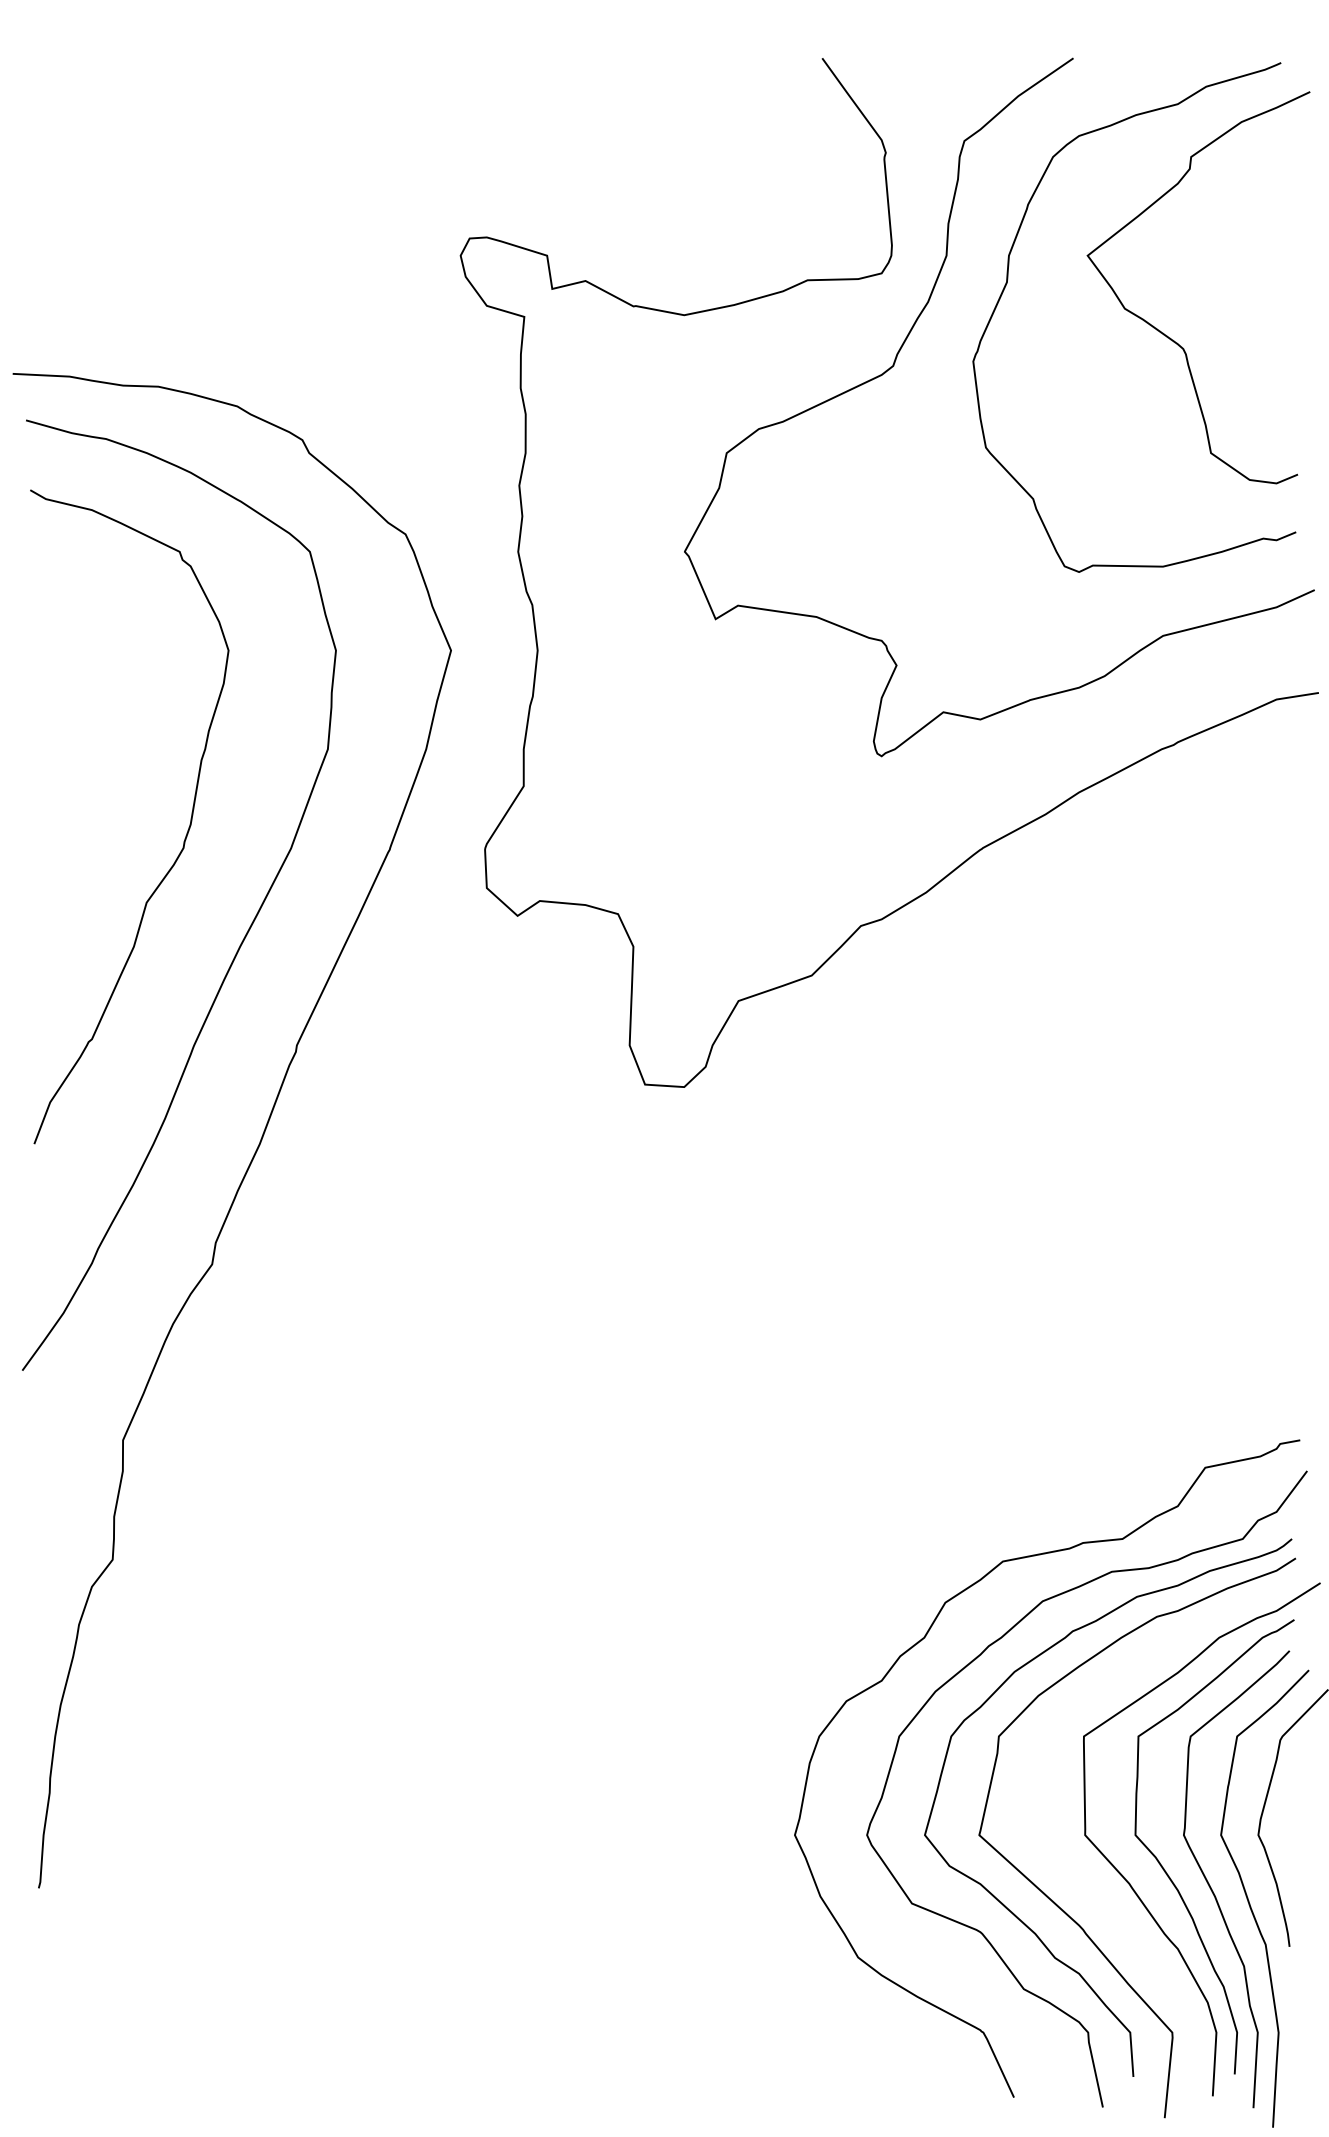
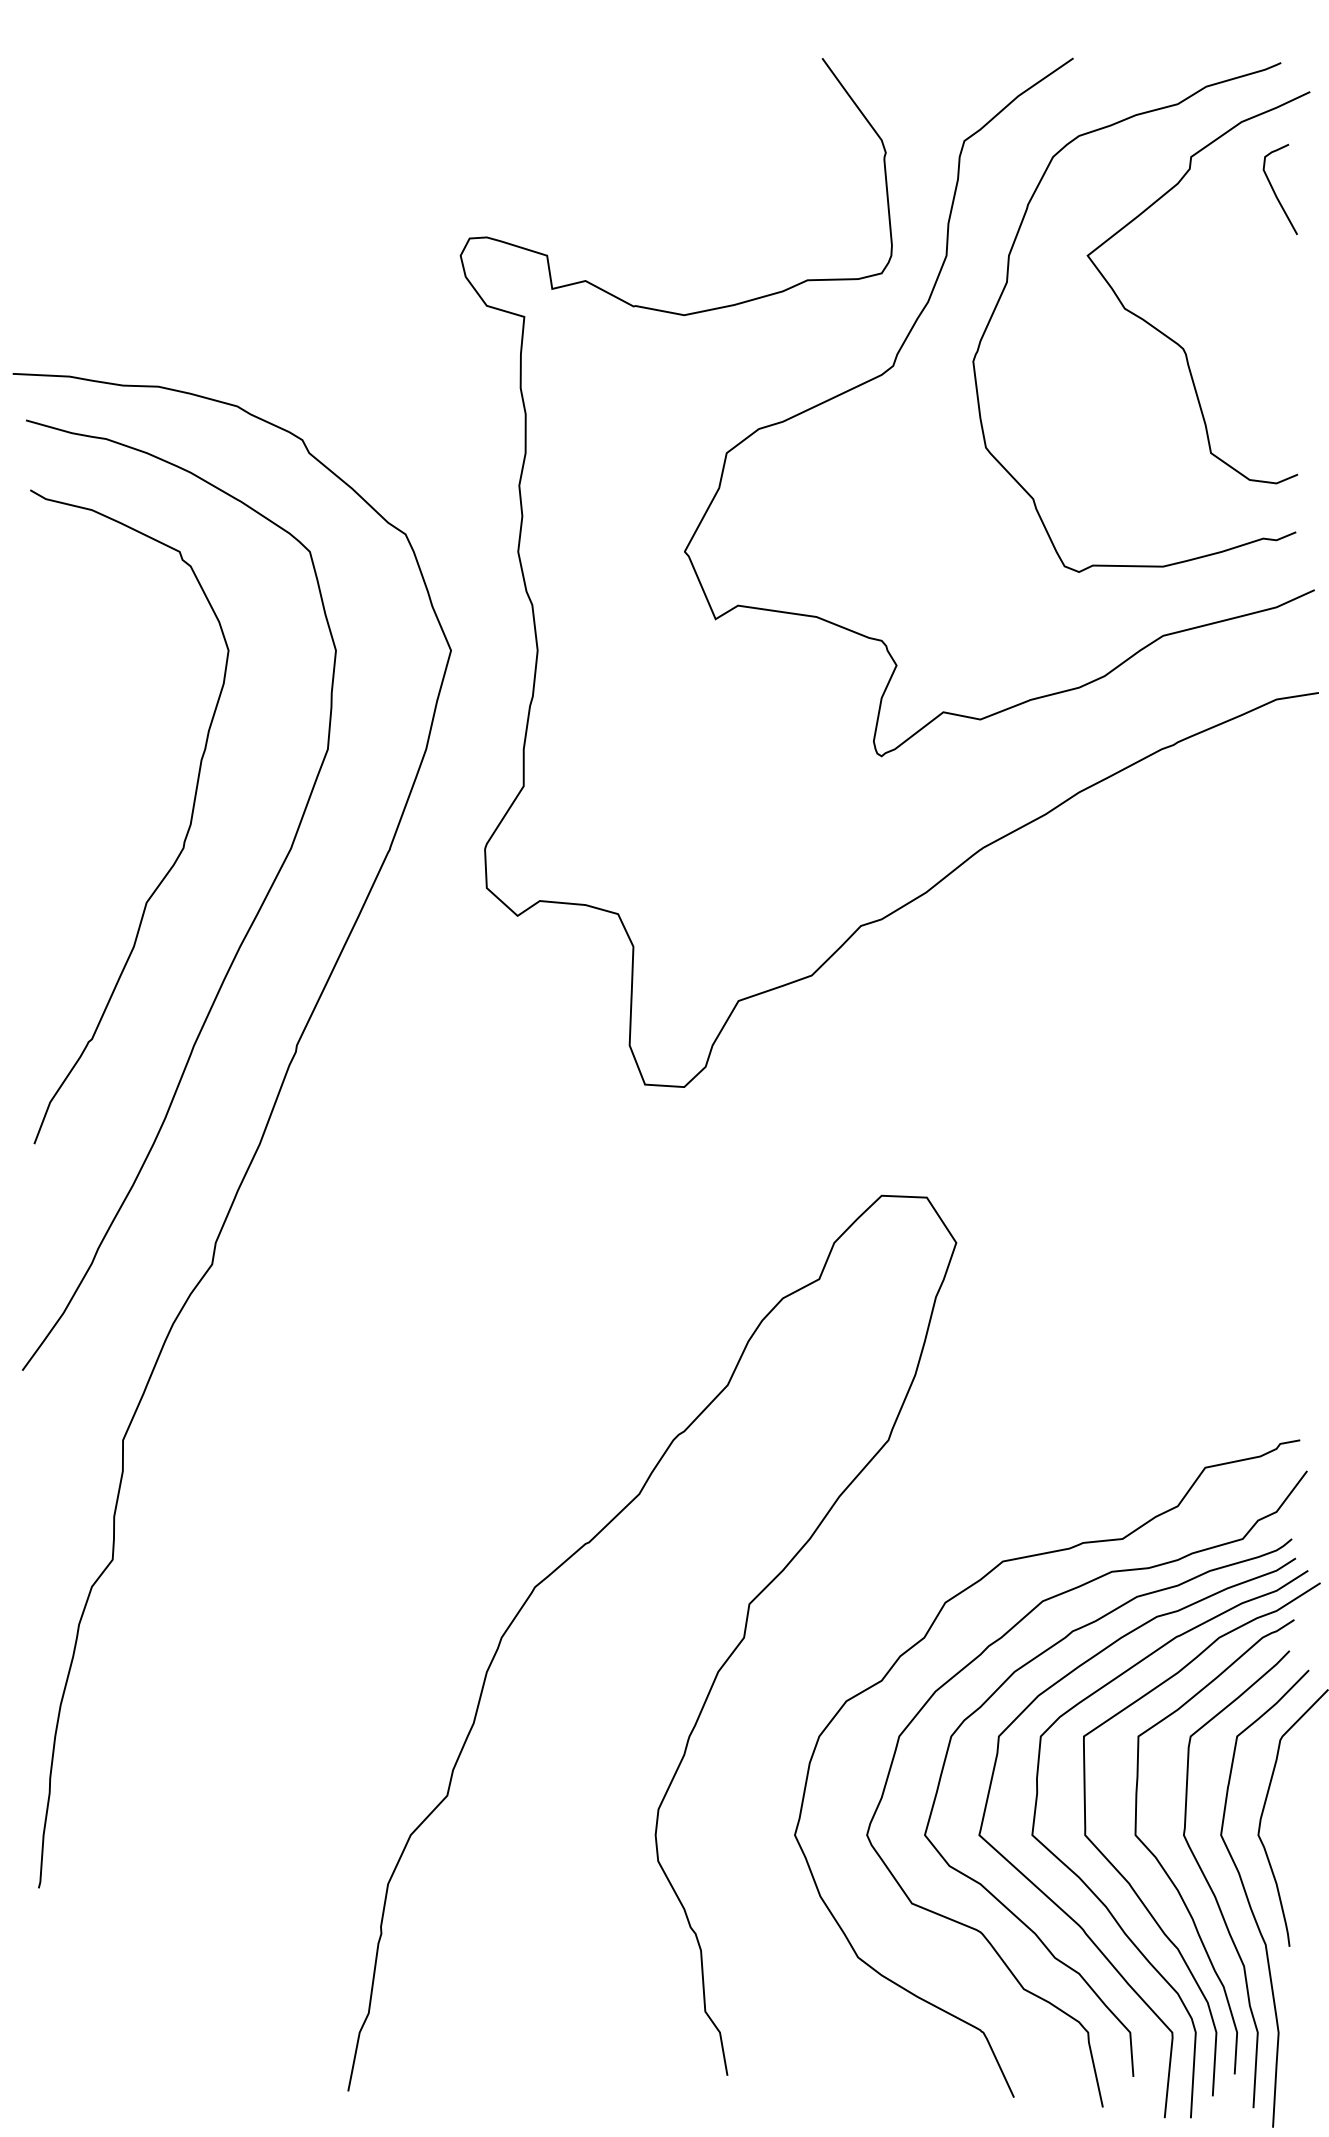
curve at (1275, 192): none -> present
curve at (716, 1673): none -> present
curve at (1106, 1905): none -> present
